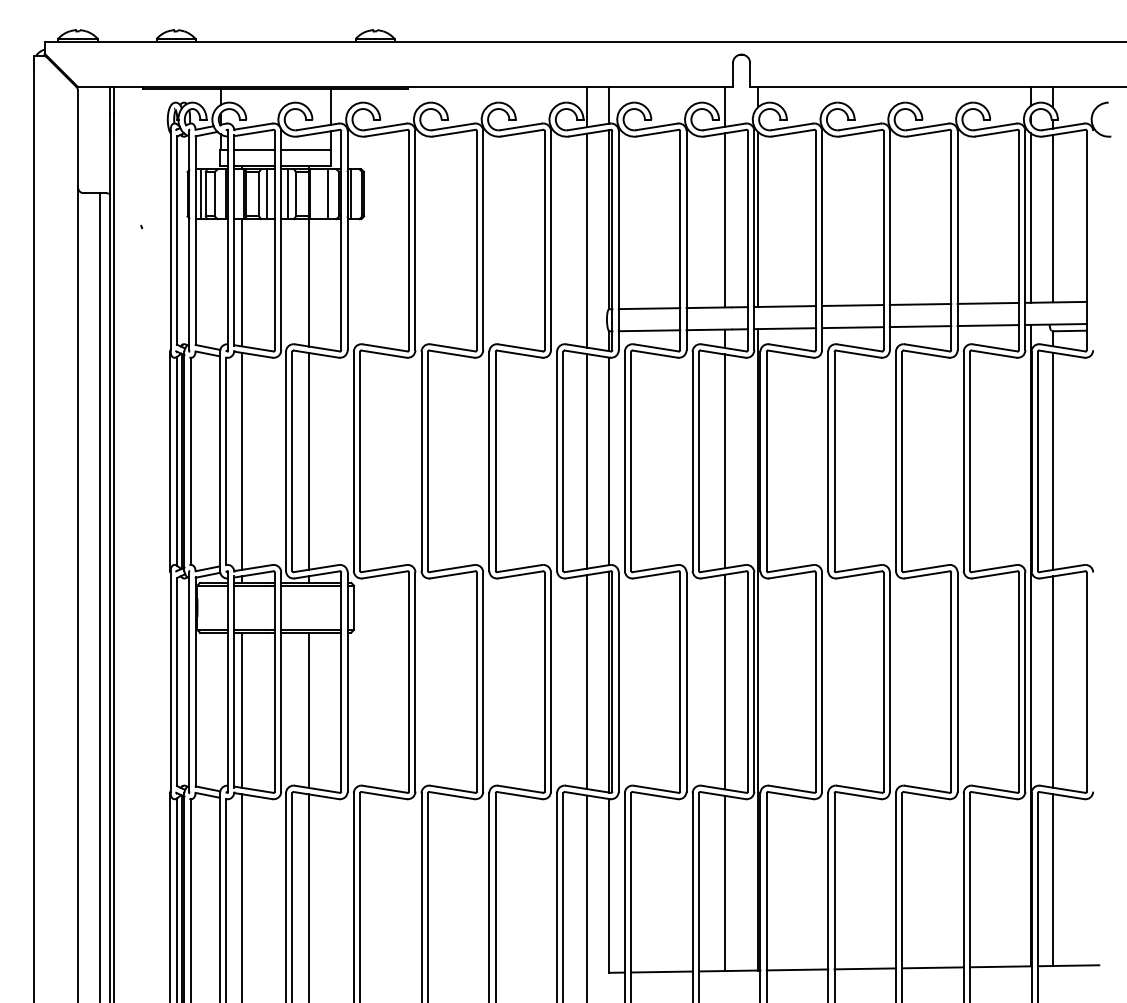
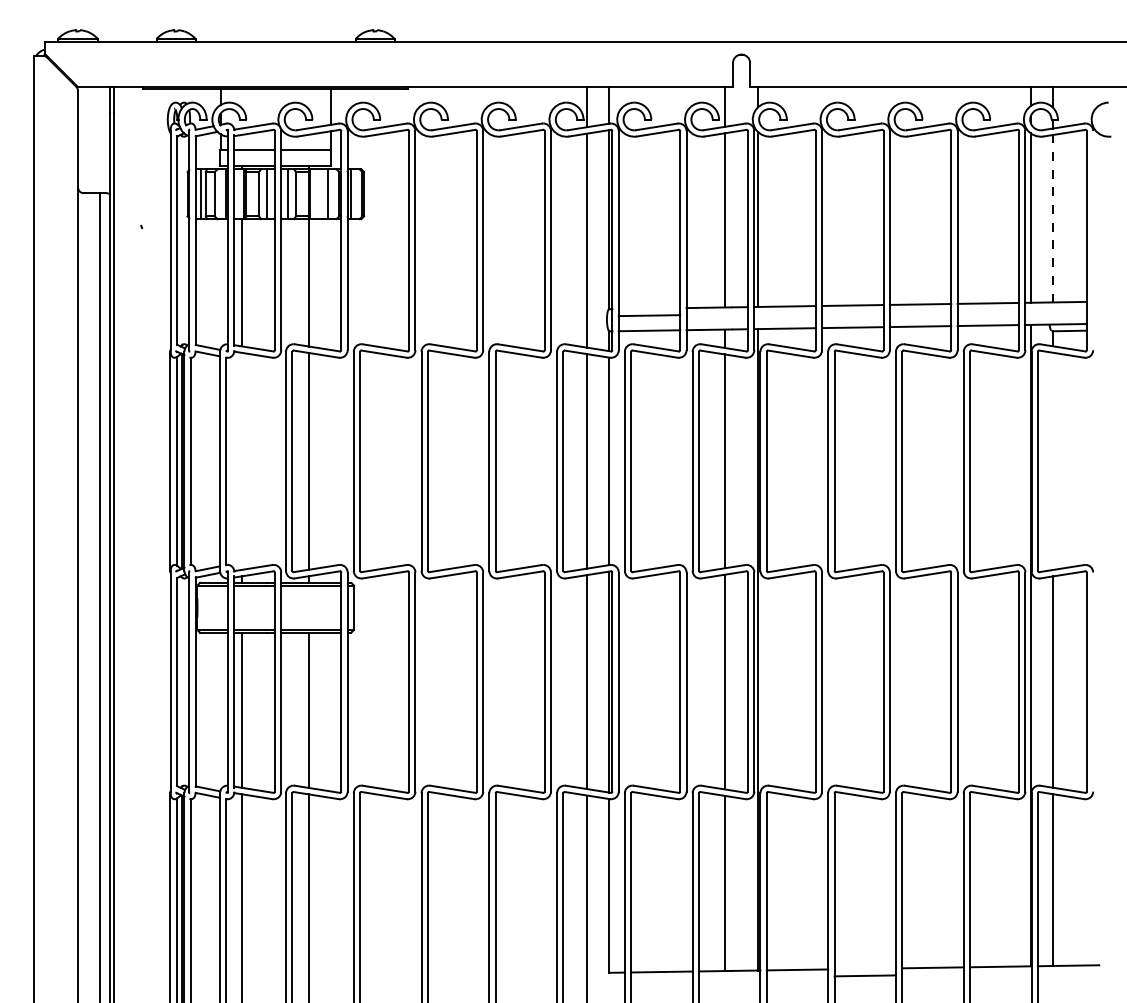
line at (1052, 218): solid -> dashed
line at (649, 308) position: (649, 308) -> (649, 315)
line at (242, 460): present -> none
line at (1052, 461): present -> none
line at (864, 968) position: (864, 968) -> (864, 975)
